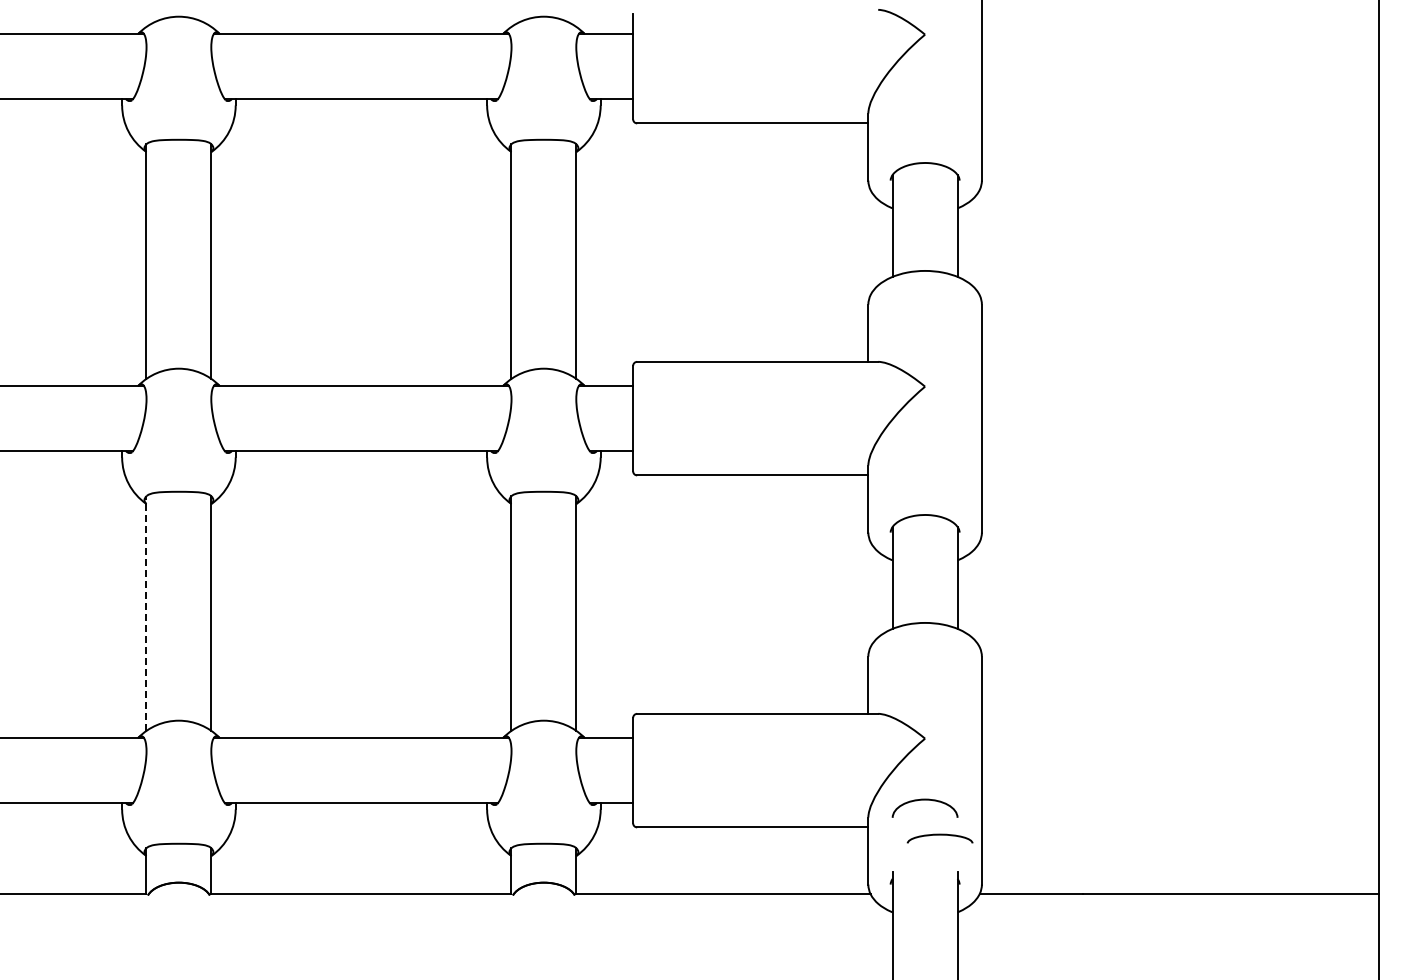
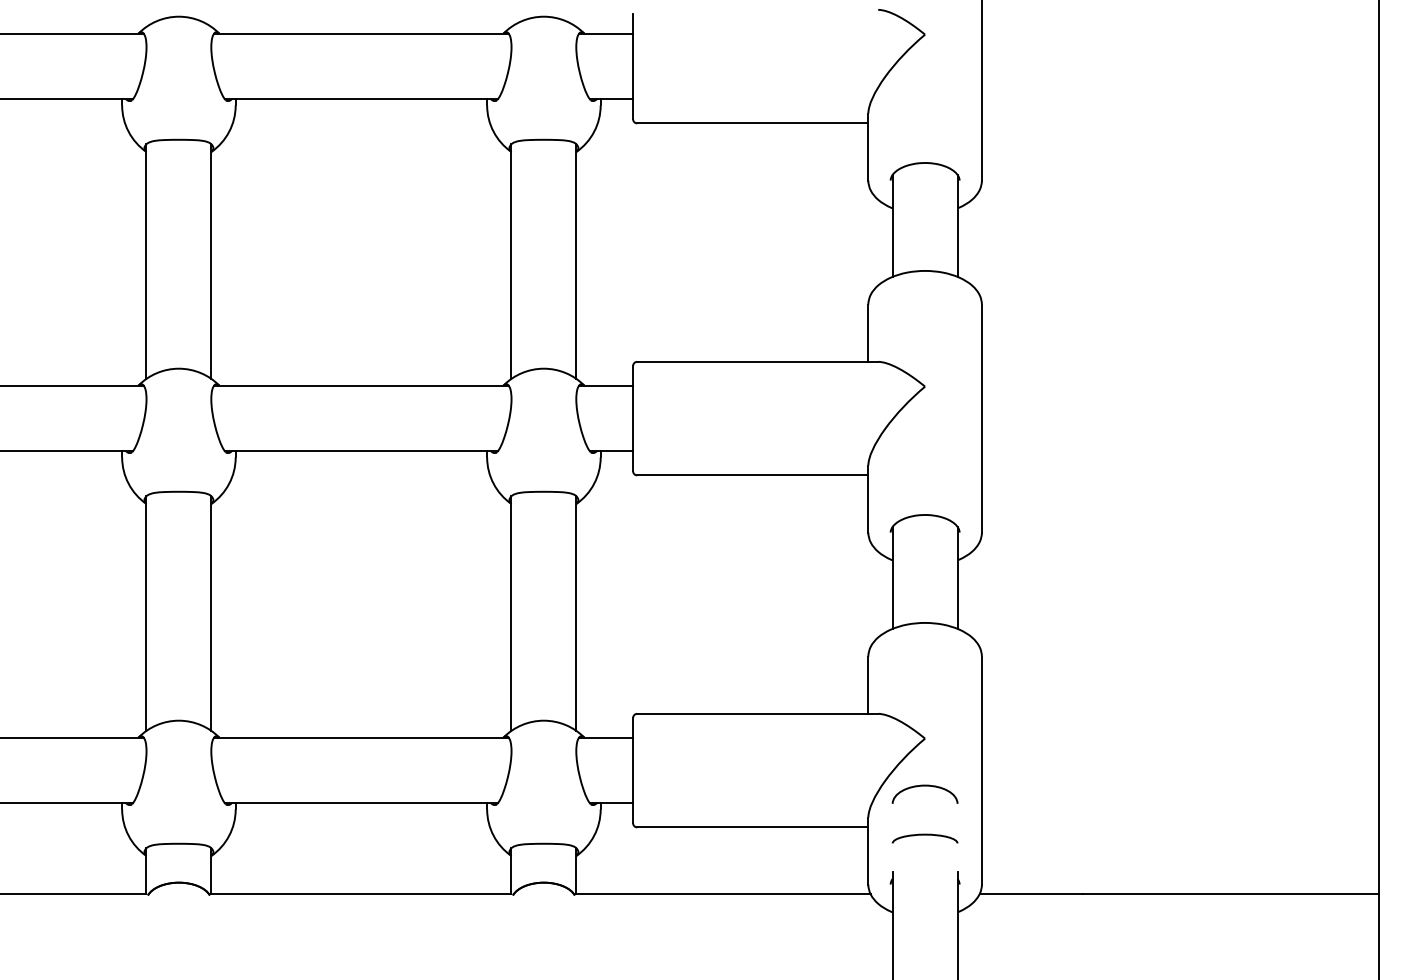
line at (146, 613): dashed -> solid
curve at (924, 800) position: (924, 800) -> (924, 786)
curve at (939, 835) position: (939, 835) -> (924, 835)
